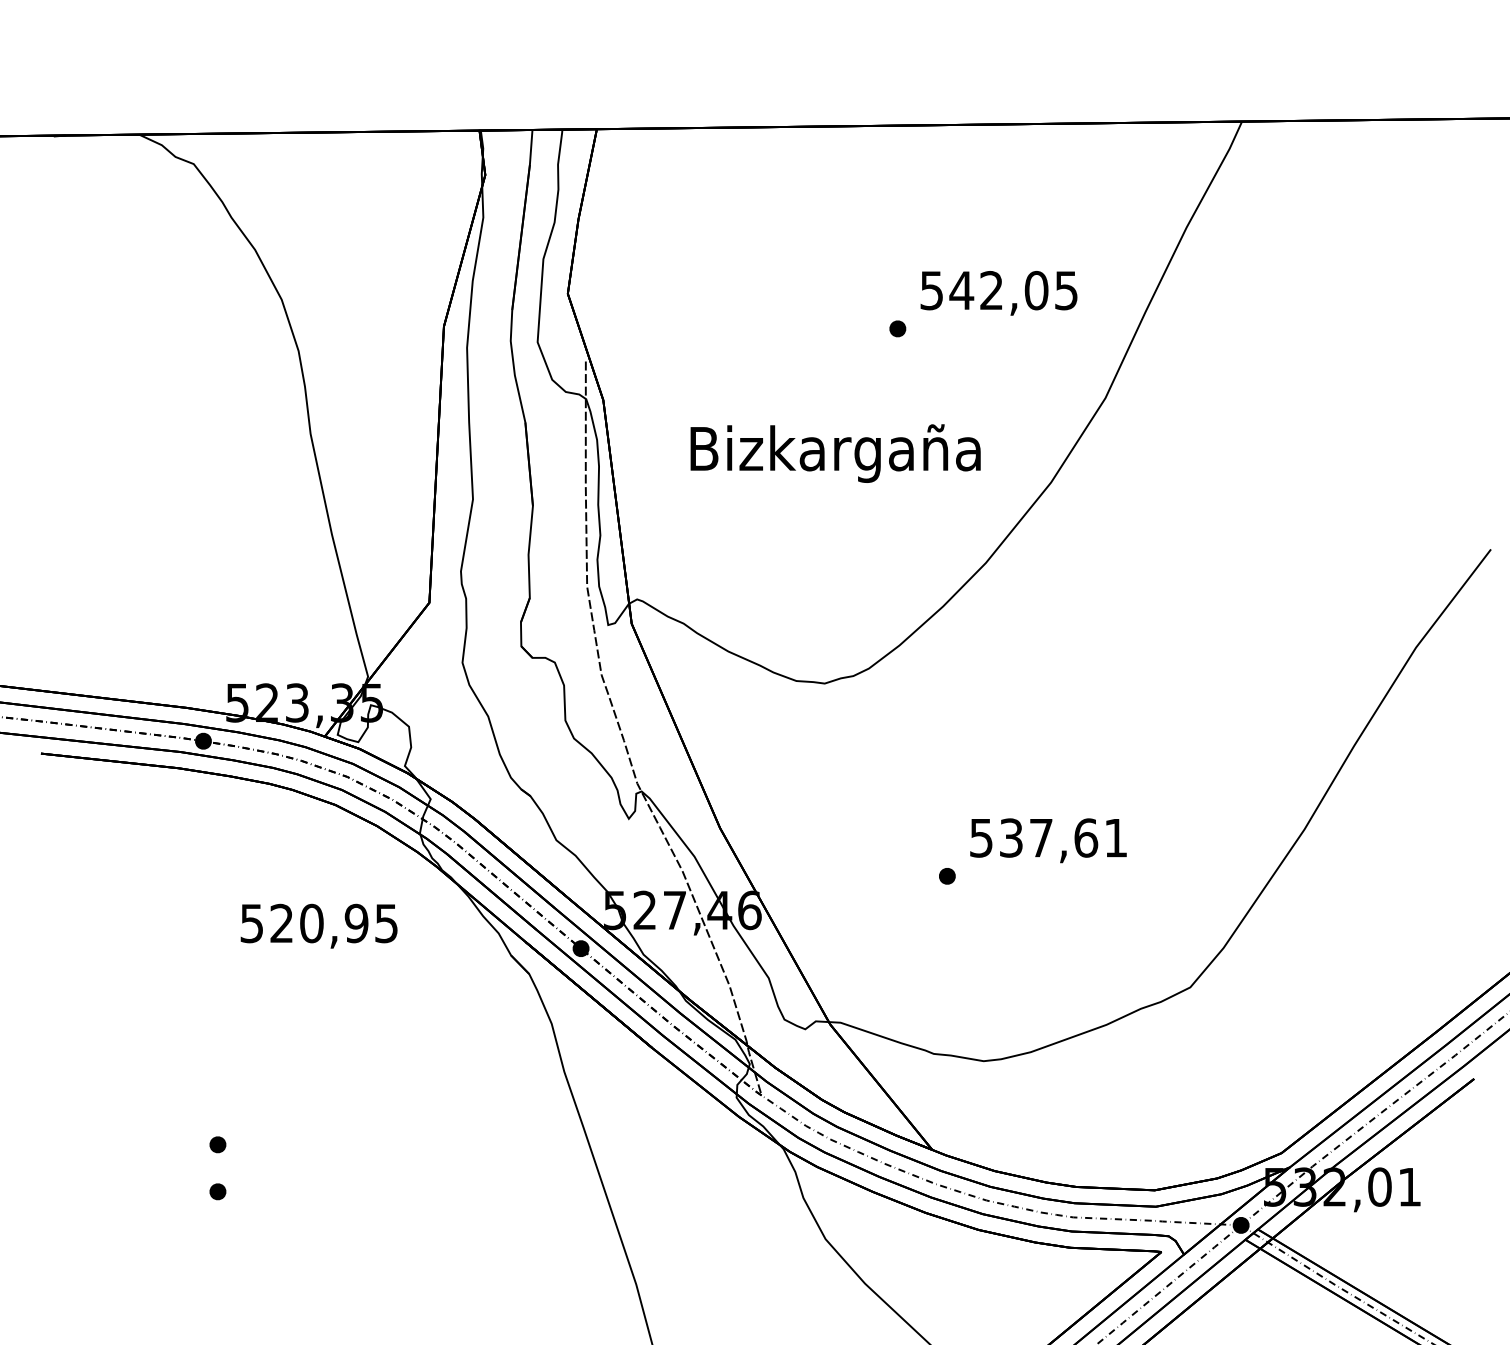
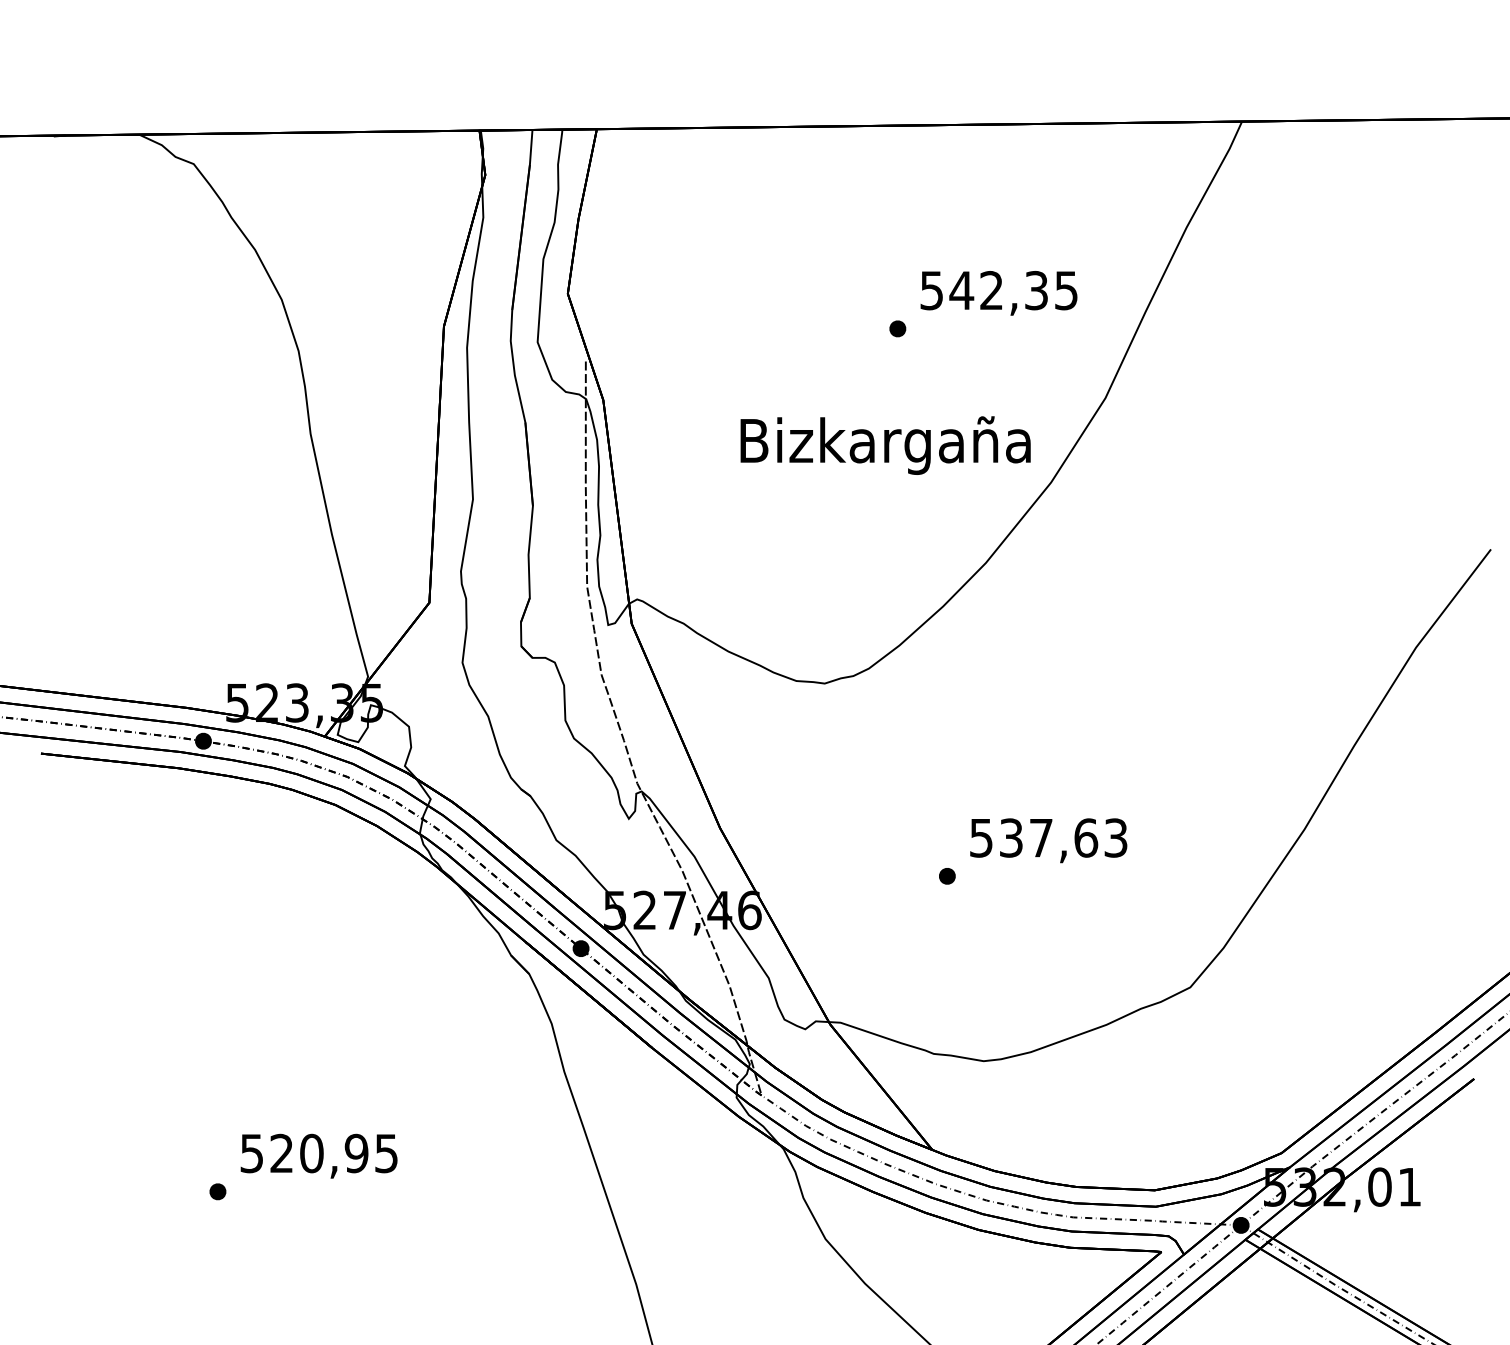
text at (1036, 290): 542,05 -> 542,35
text at (835, 453) position: (835, 453) -> (885, 445)
text at (1115, 837): 537,61 -> 537,63
text at (318, 925) position: (318, 925) -> (318, 1155)
part at (217, 1144): present -> none
